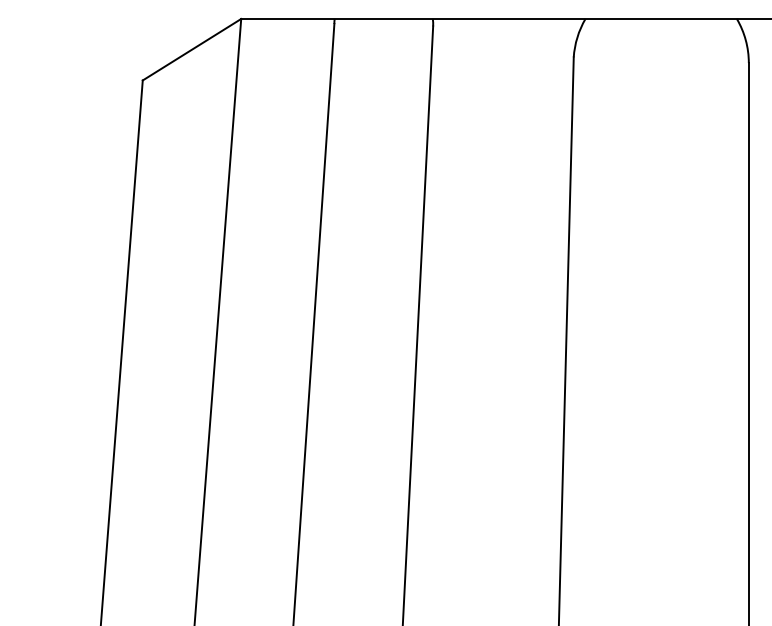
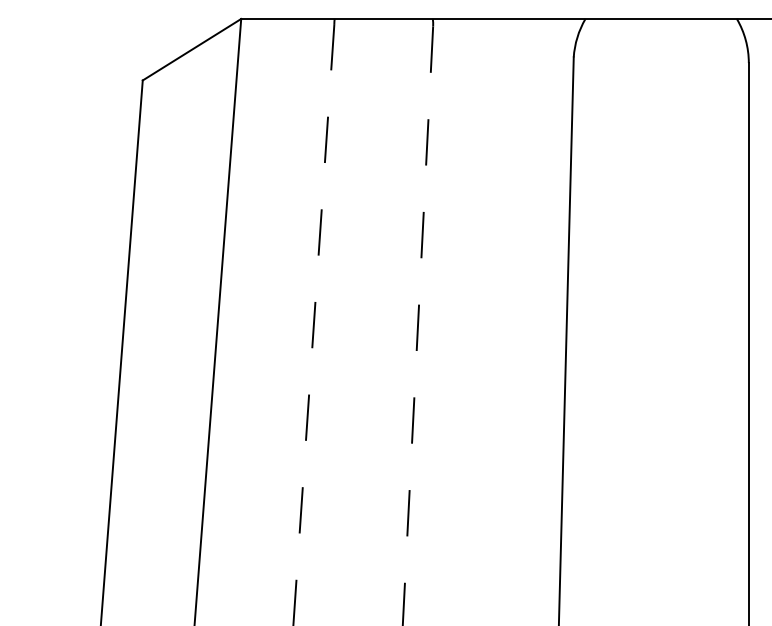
line at (313, 325): solid -> dashed
line at (417, 325): solid -> dashed
